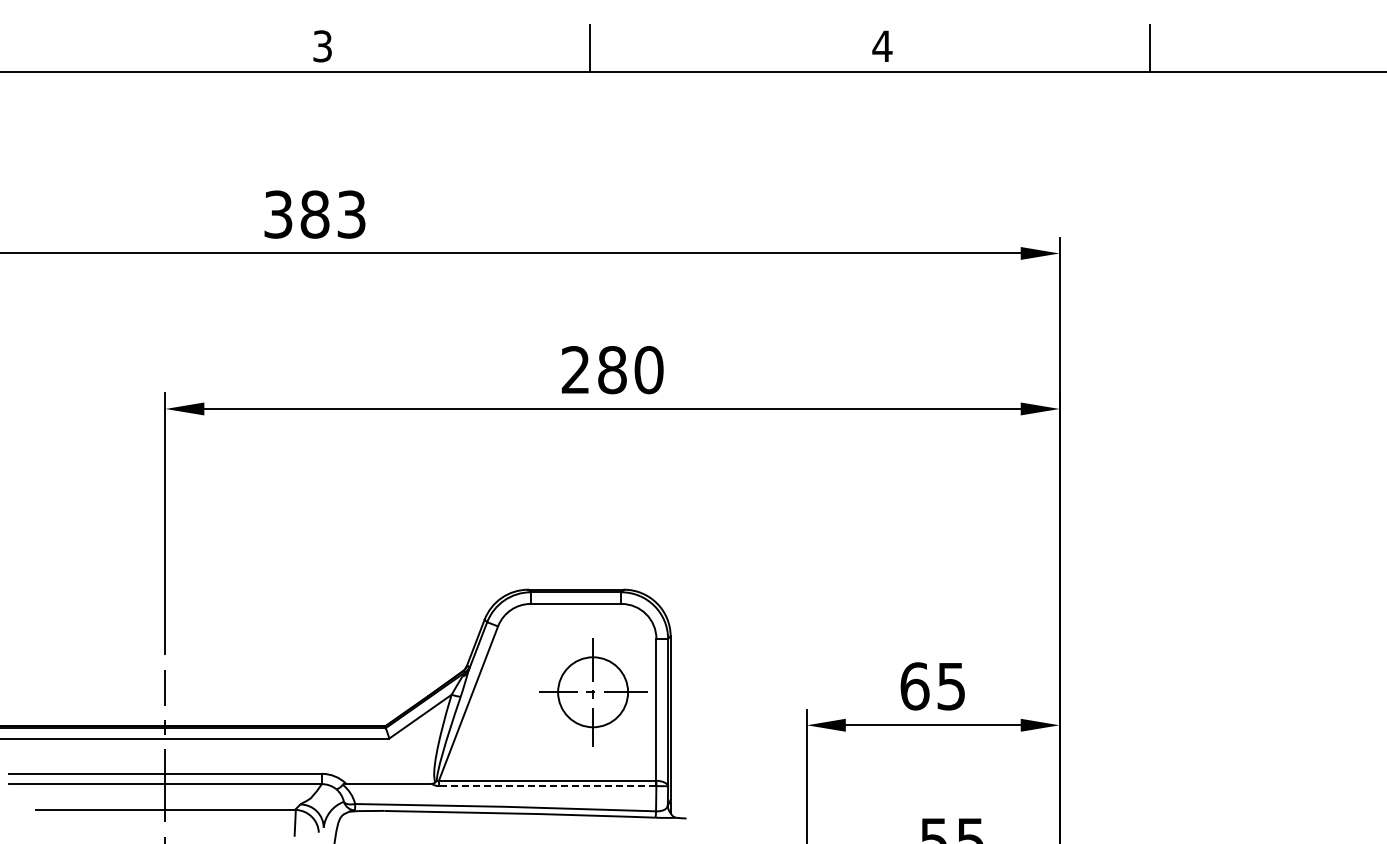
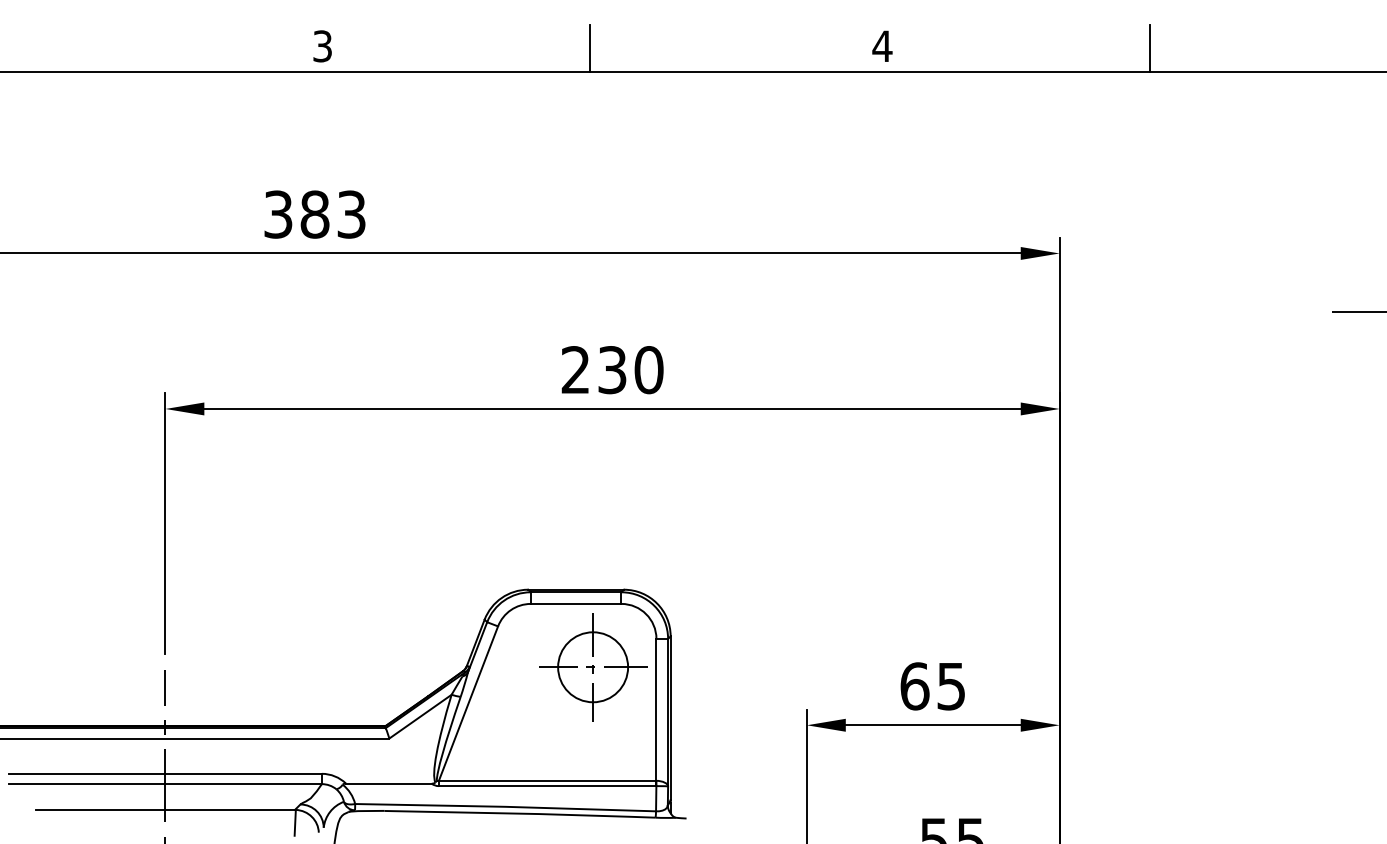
line at (1357, 311): none -> present
text at (612, 370): 280 -> 230
part at (593, 692) position: (593, 692) -> (593, 667)
line at (547, 786): dashed -> solid
